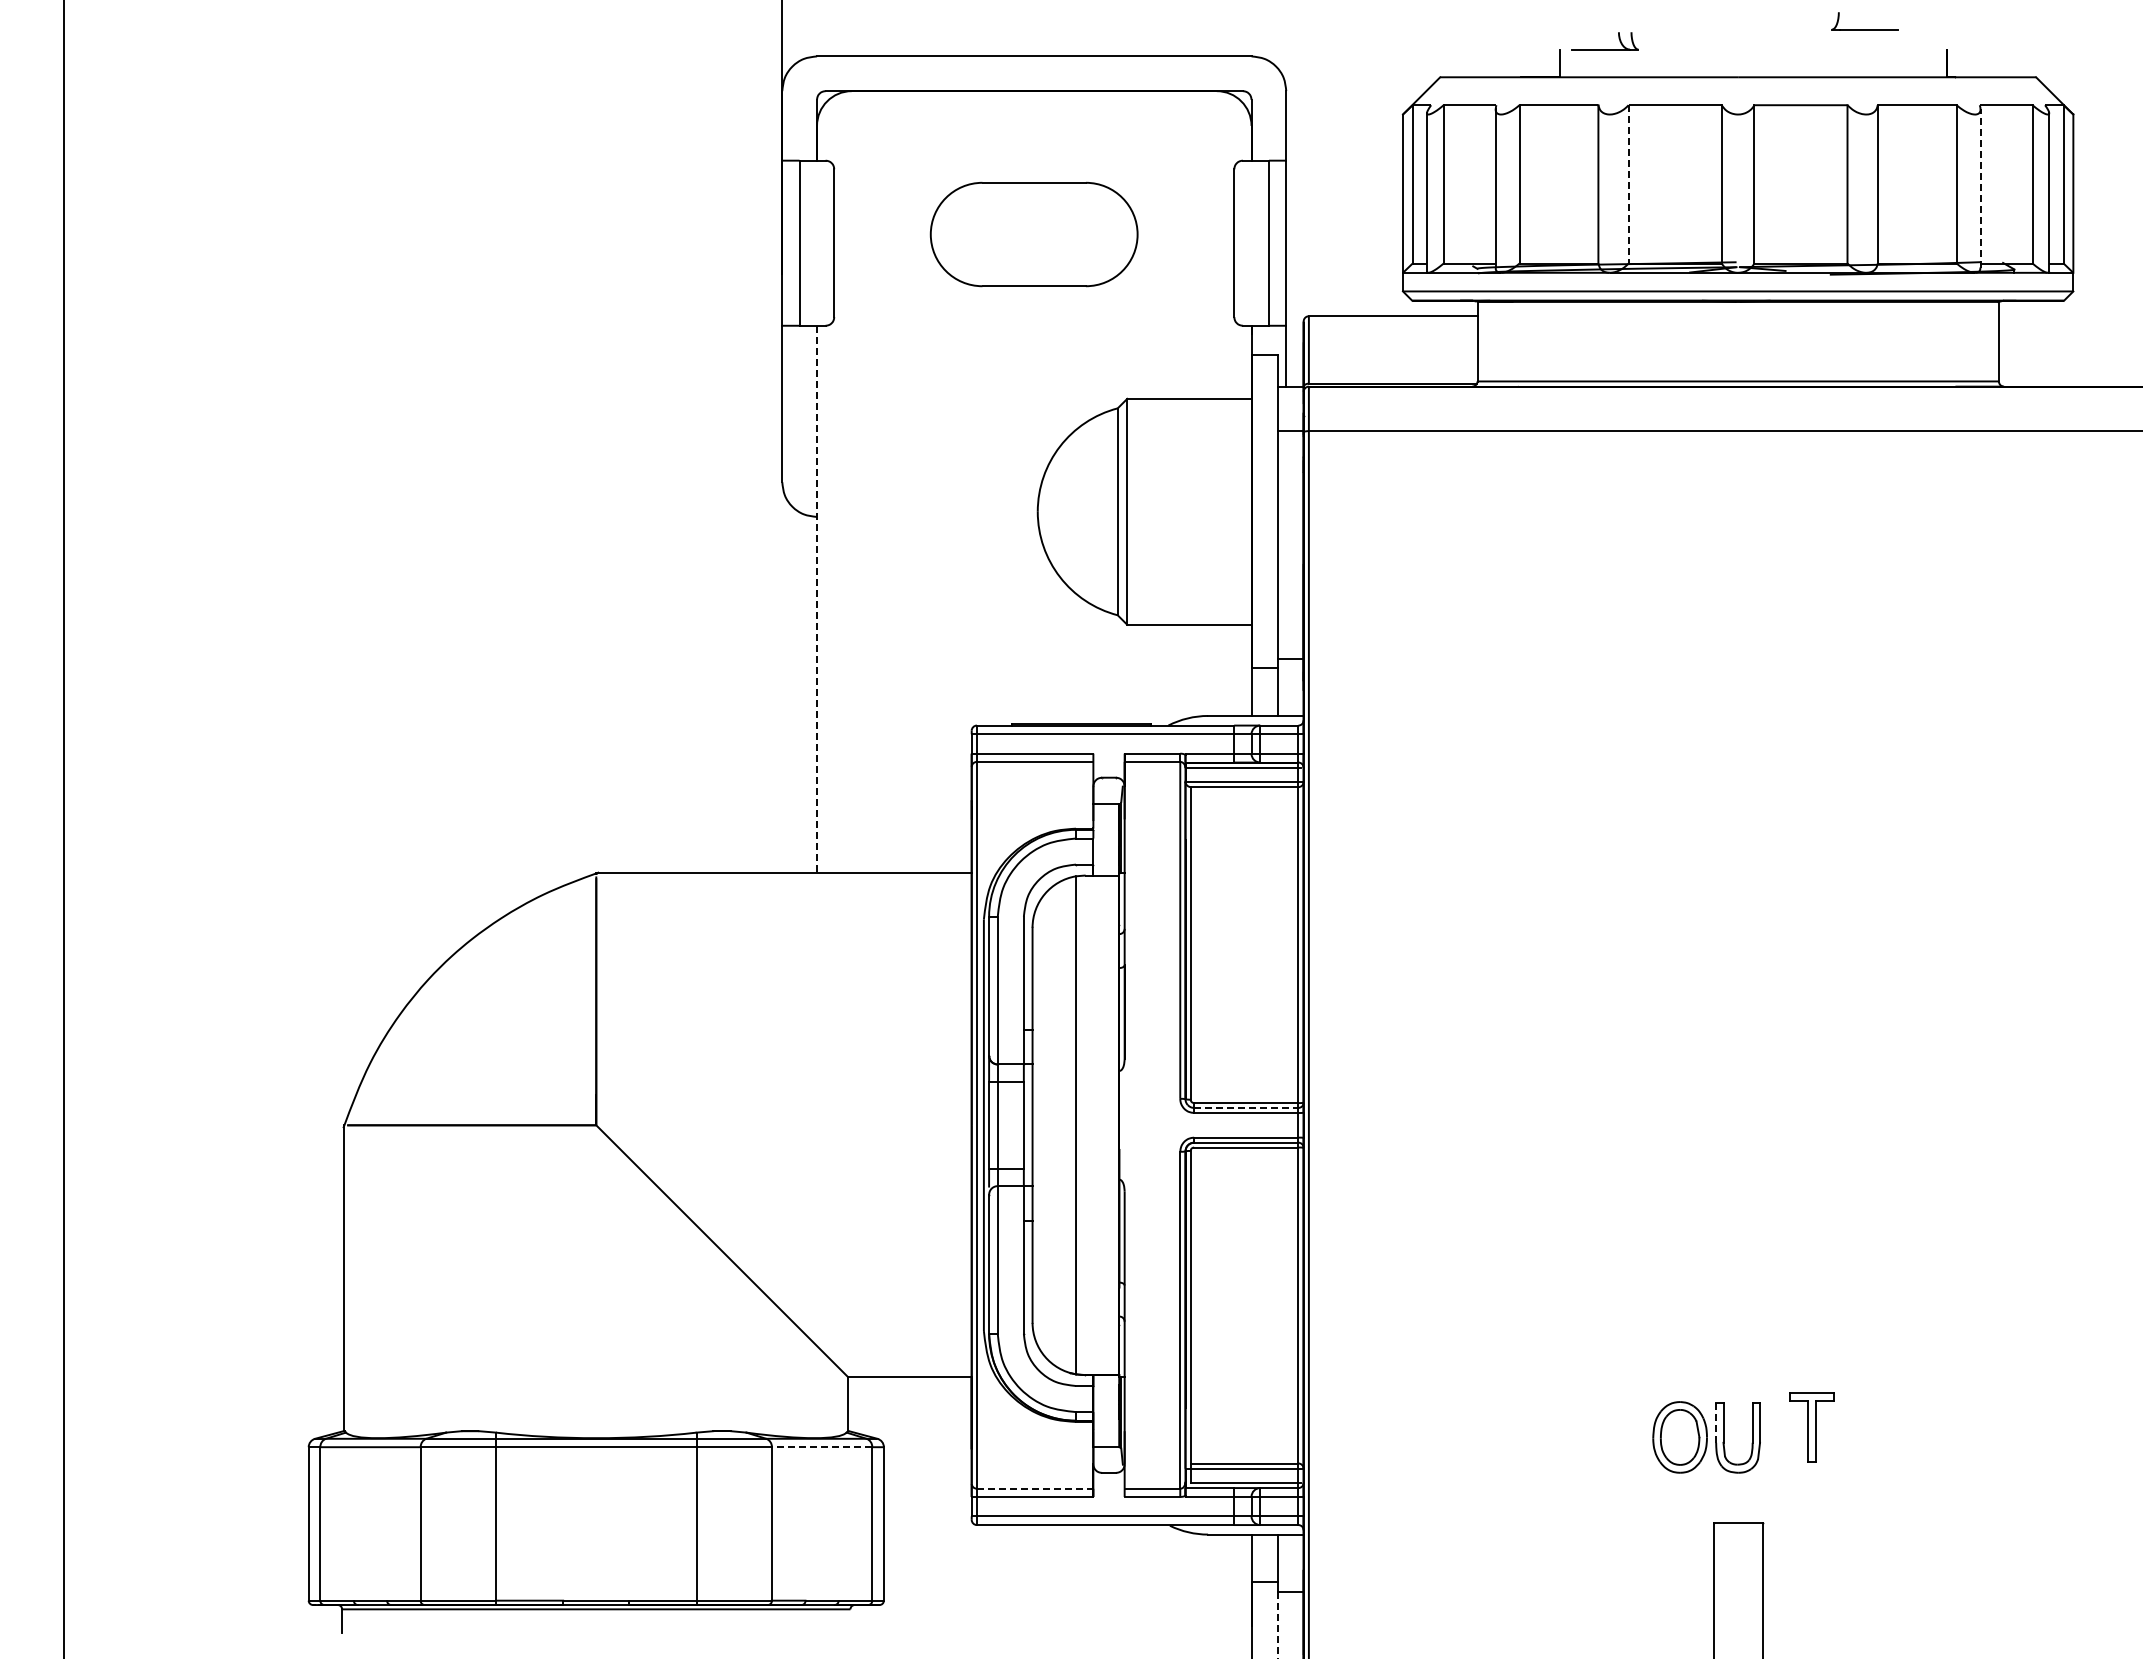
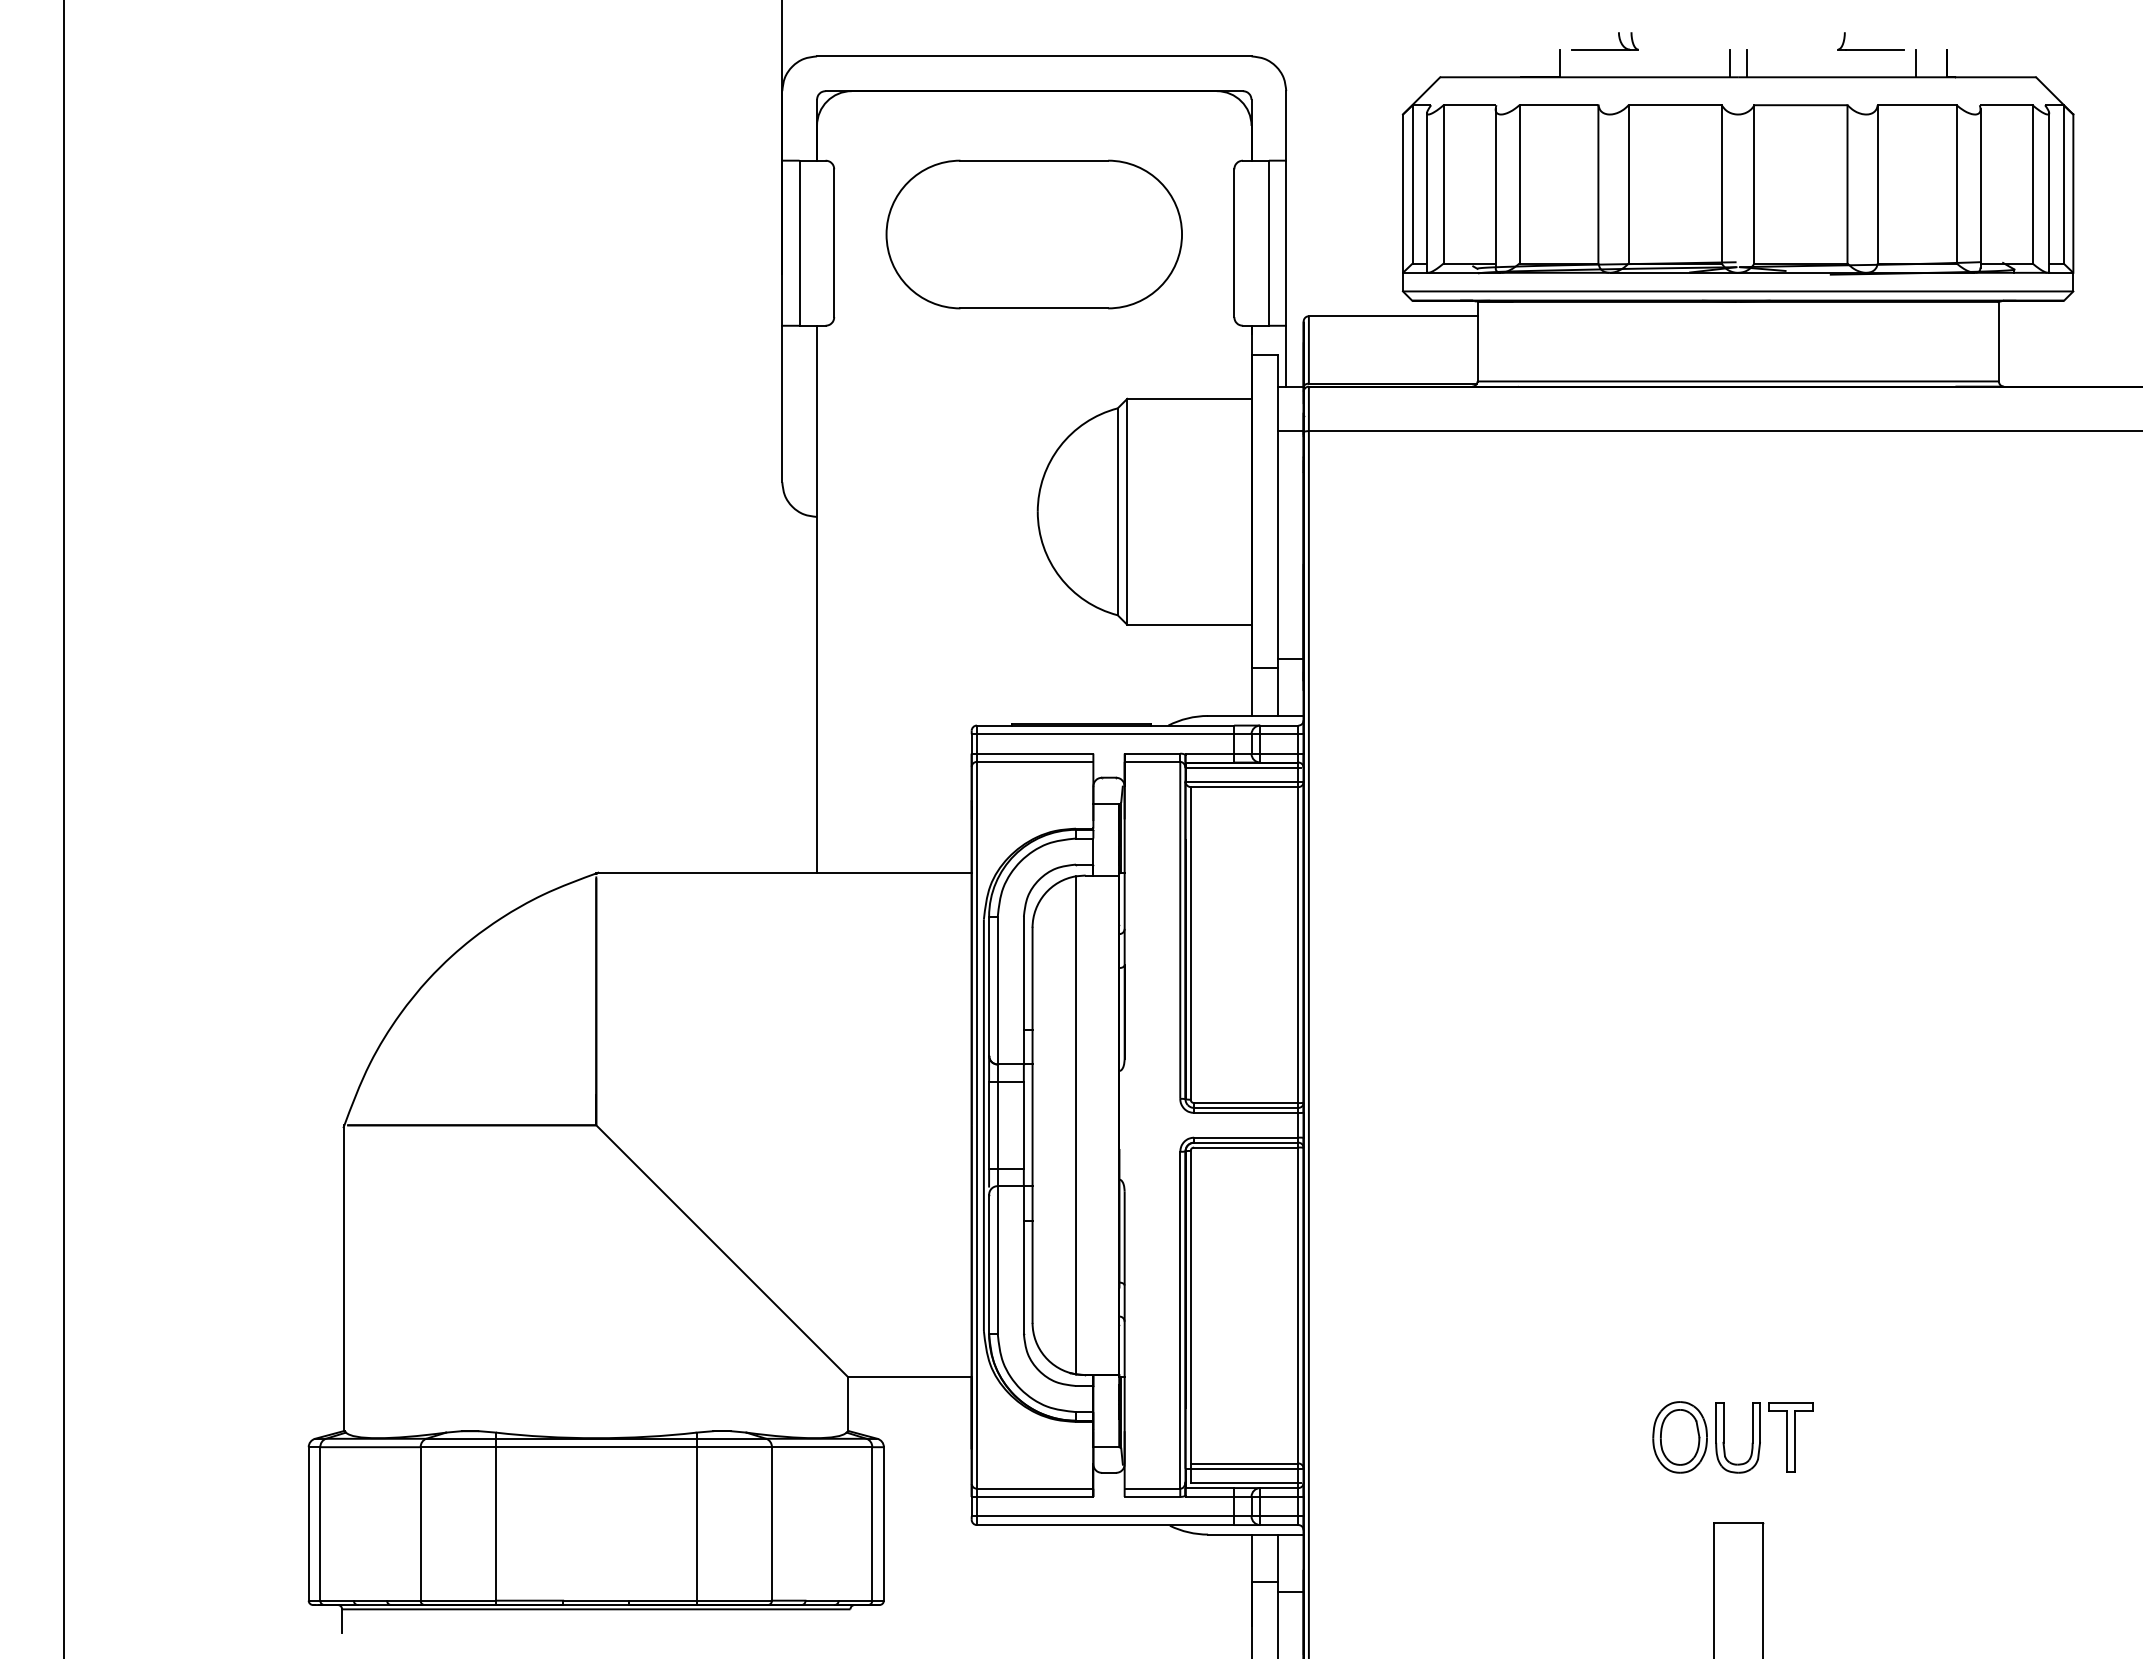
part at (1864, 29) position: (1864, 29) -> (1870, 49)
line at (1729, 63): none -> present
line at (1746, 63): none -> present
line at (1916, 63): none -> present
line at (1628, 184): dashed -> solid
line at (1980, 187): dashed -> solid
part at (1033, 234) size: 210x107 px -> 298x151 px
line at (817, 599): dashed -> solid
line at (1246, 1107): dashed -> solid
line at (1716, 1423): dashed -> solid
part at (1811, 1427) position: (1811, 1427) -> (1790, 1437)
line at (821, 1447): dashed -> solid
line at (1035, 1488): dashed -> solid
line at (1277, 1624): dashed -> solid
